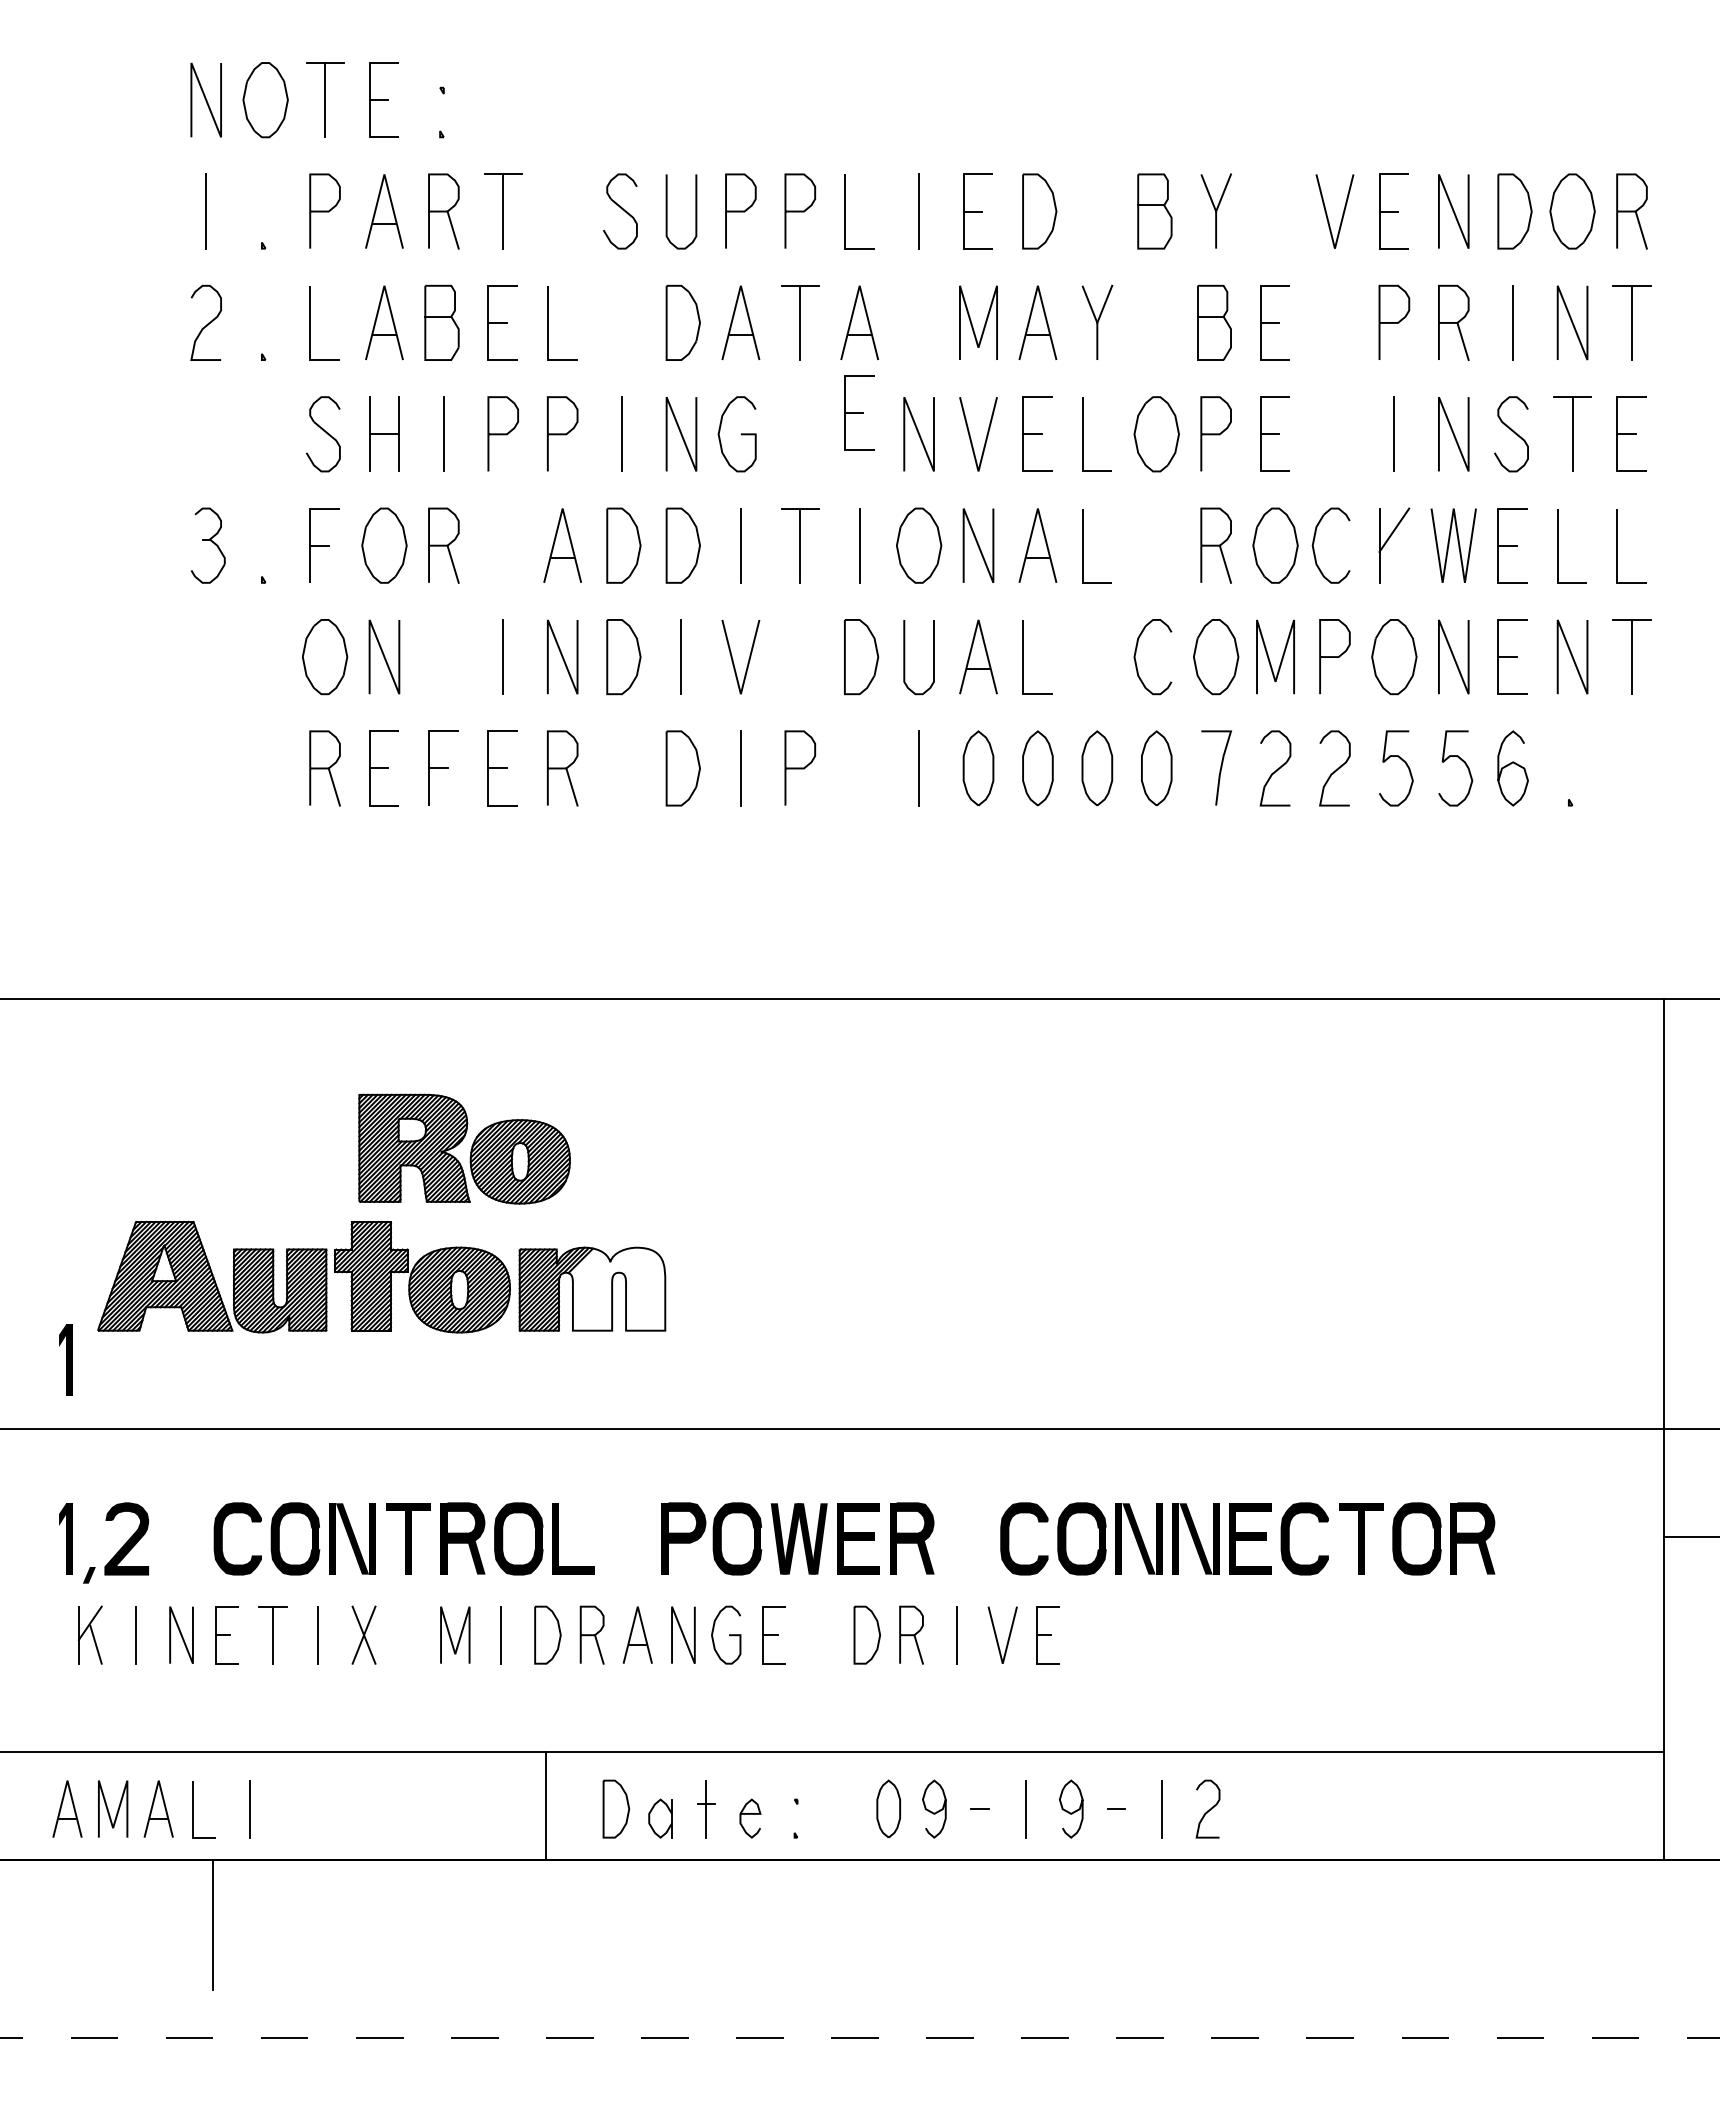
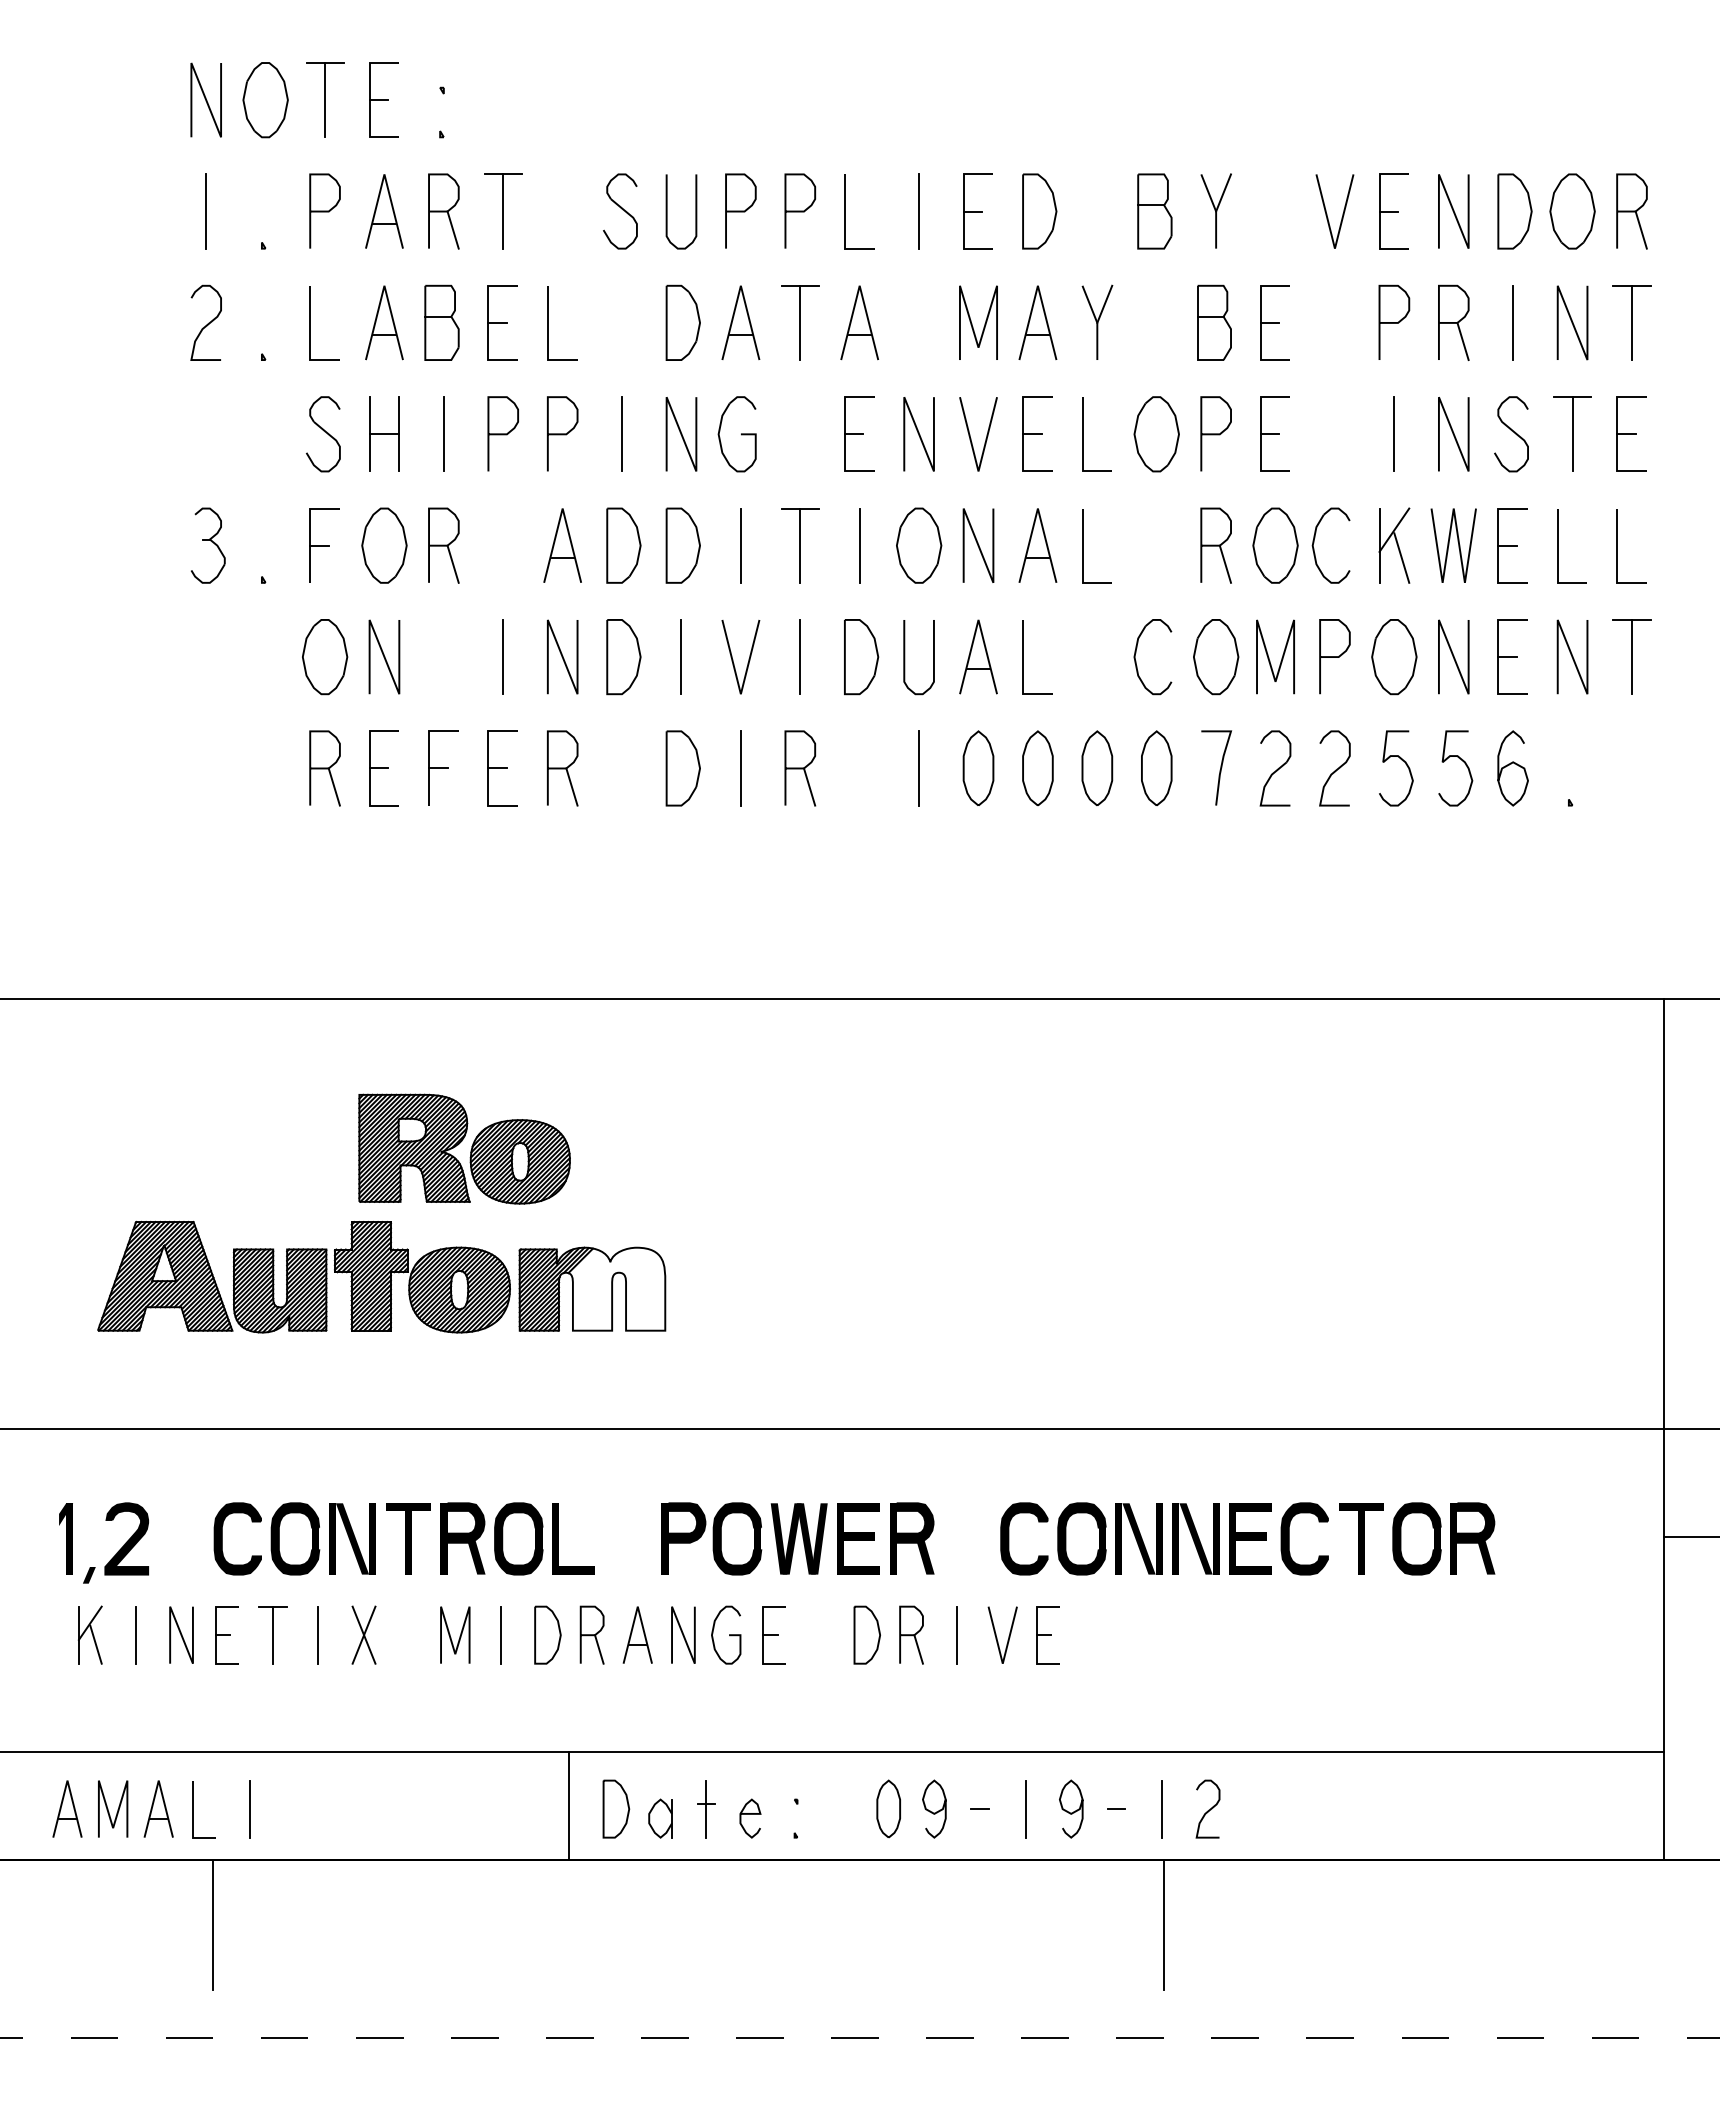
part at (859, 412) position: (859, 412) -> (859, 433)
line at (1401, 557): none -> present
line at (800, 656): none -> present
line at (809, 786): none -> present
part at (65, 1359): present -> none
line at (546, 1805) position: (546, 1805) -> (569, 1805)
line at (1163, 1924): none -> present
